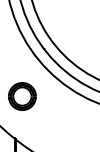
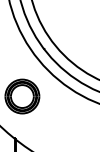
part at (22, 96) size: 29x29 px -> 37x37 px
